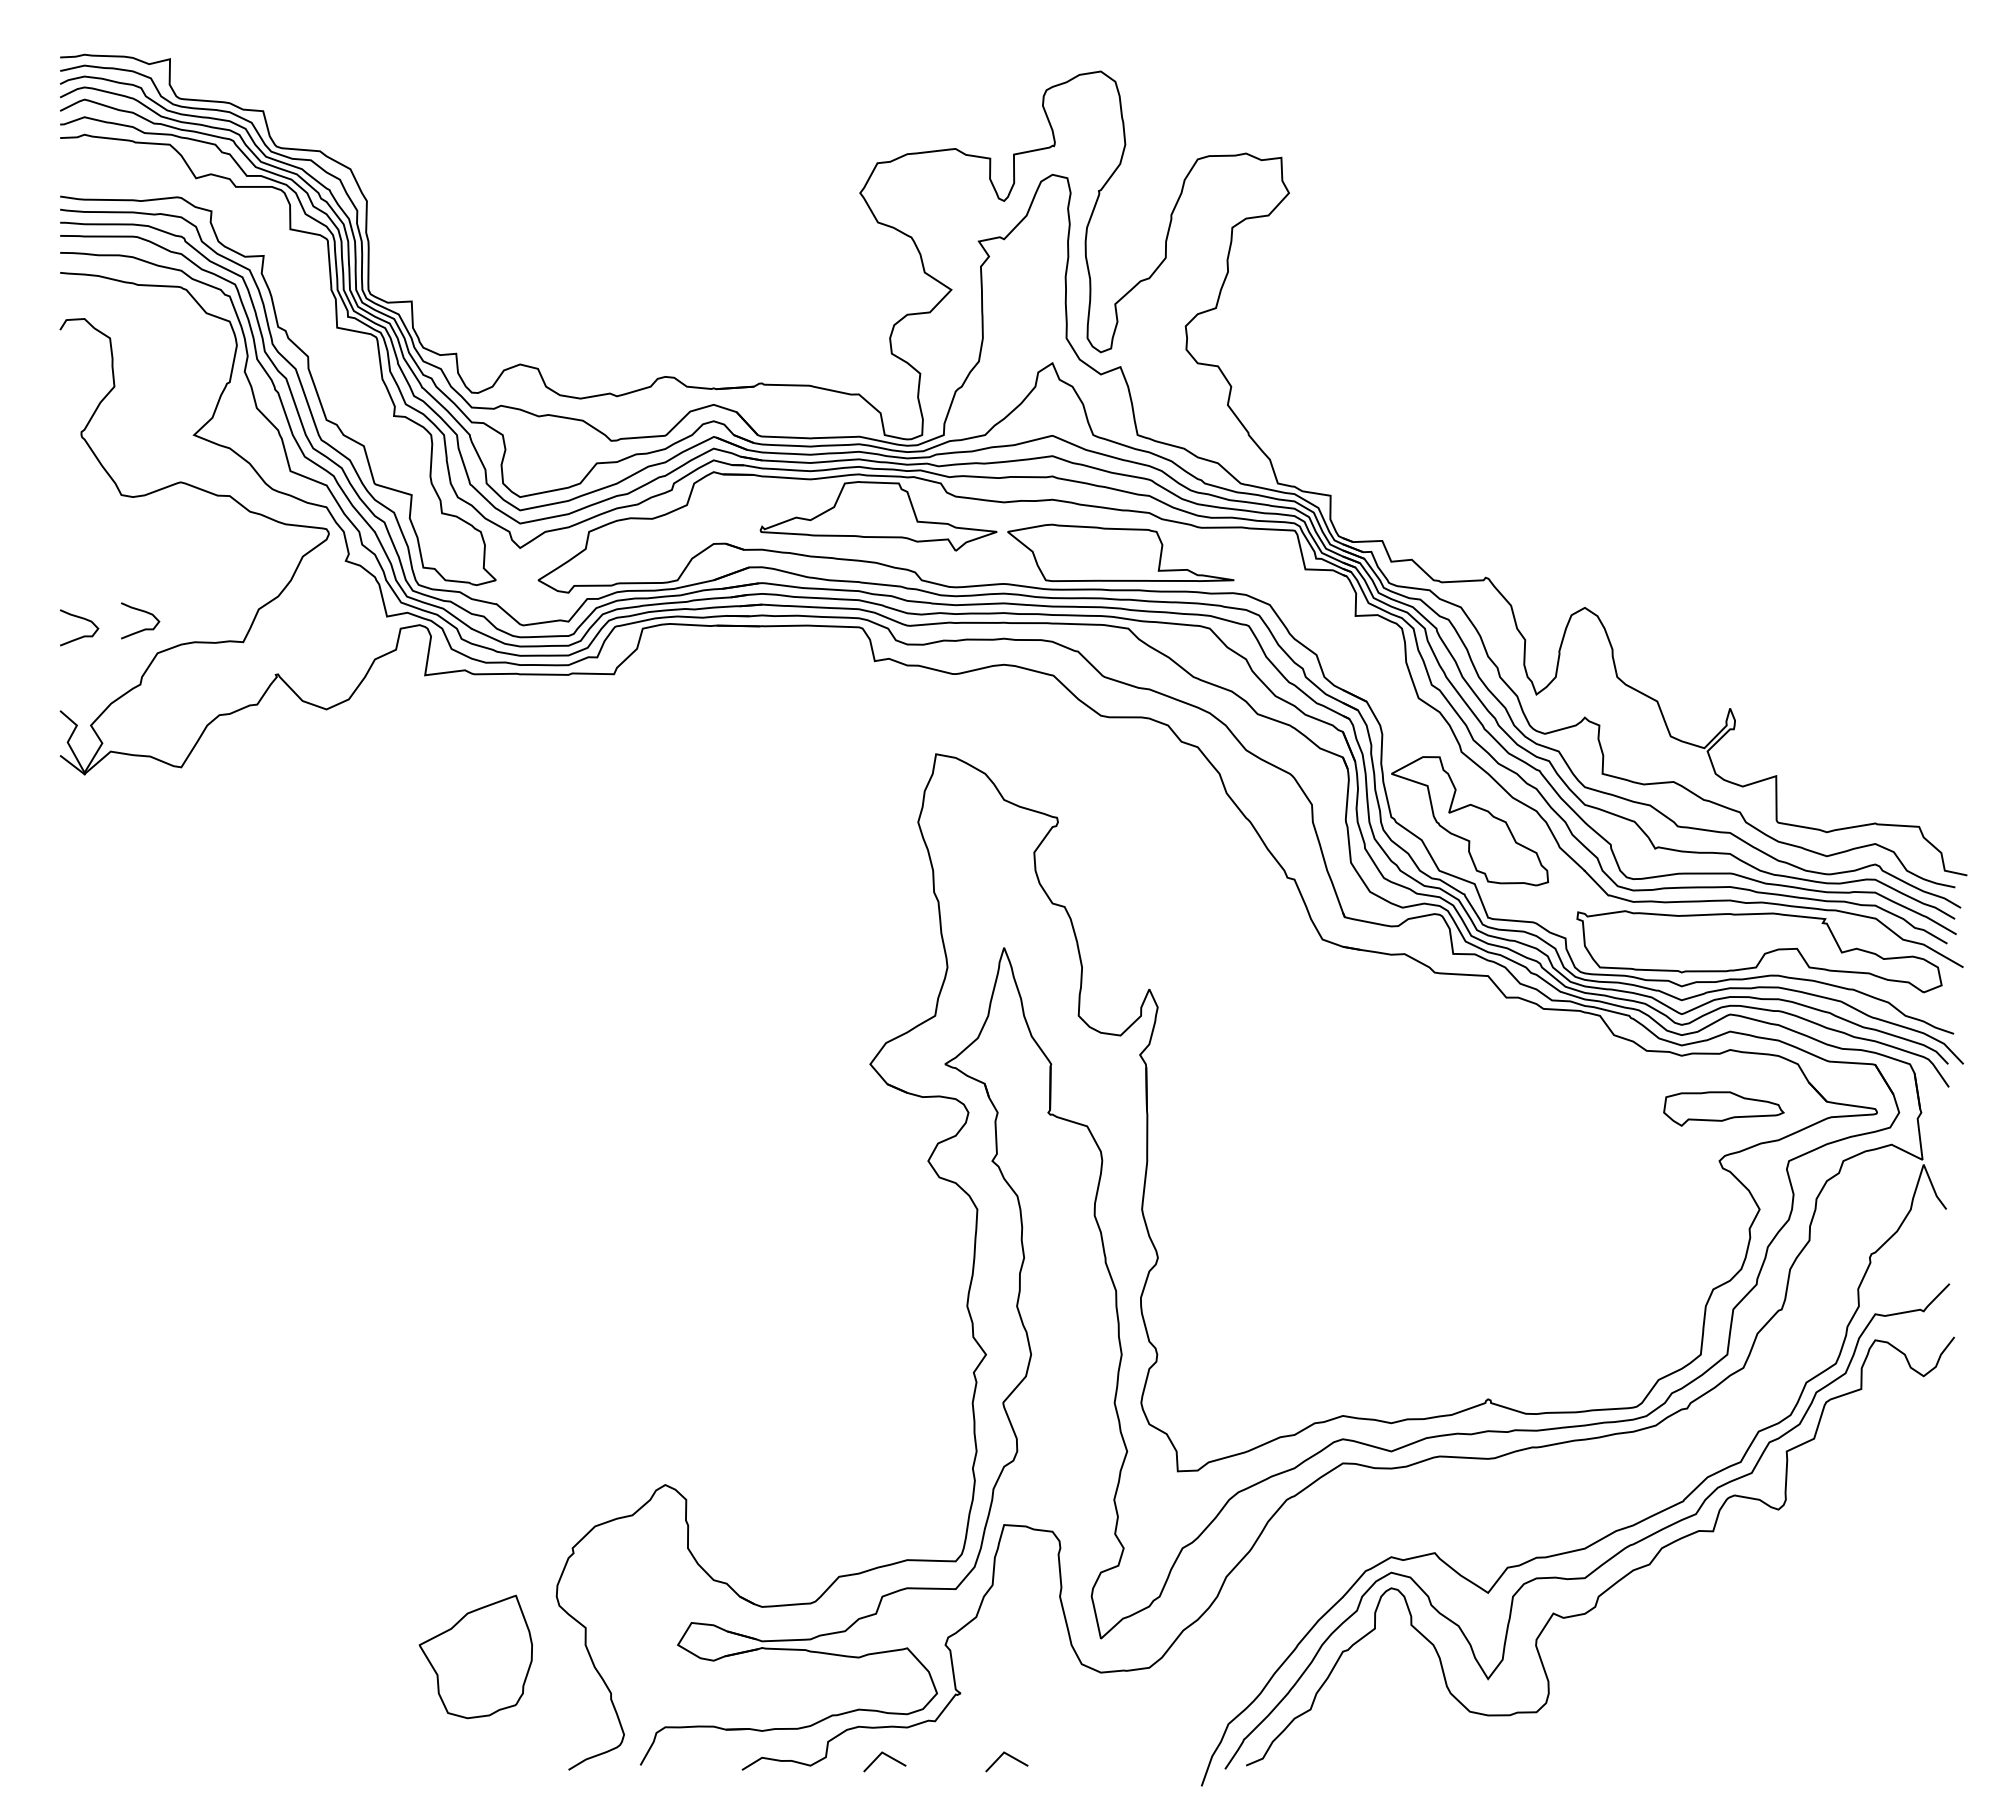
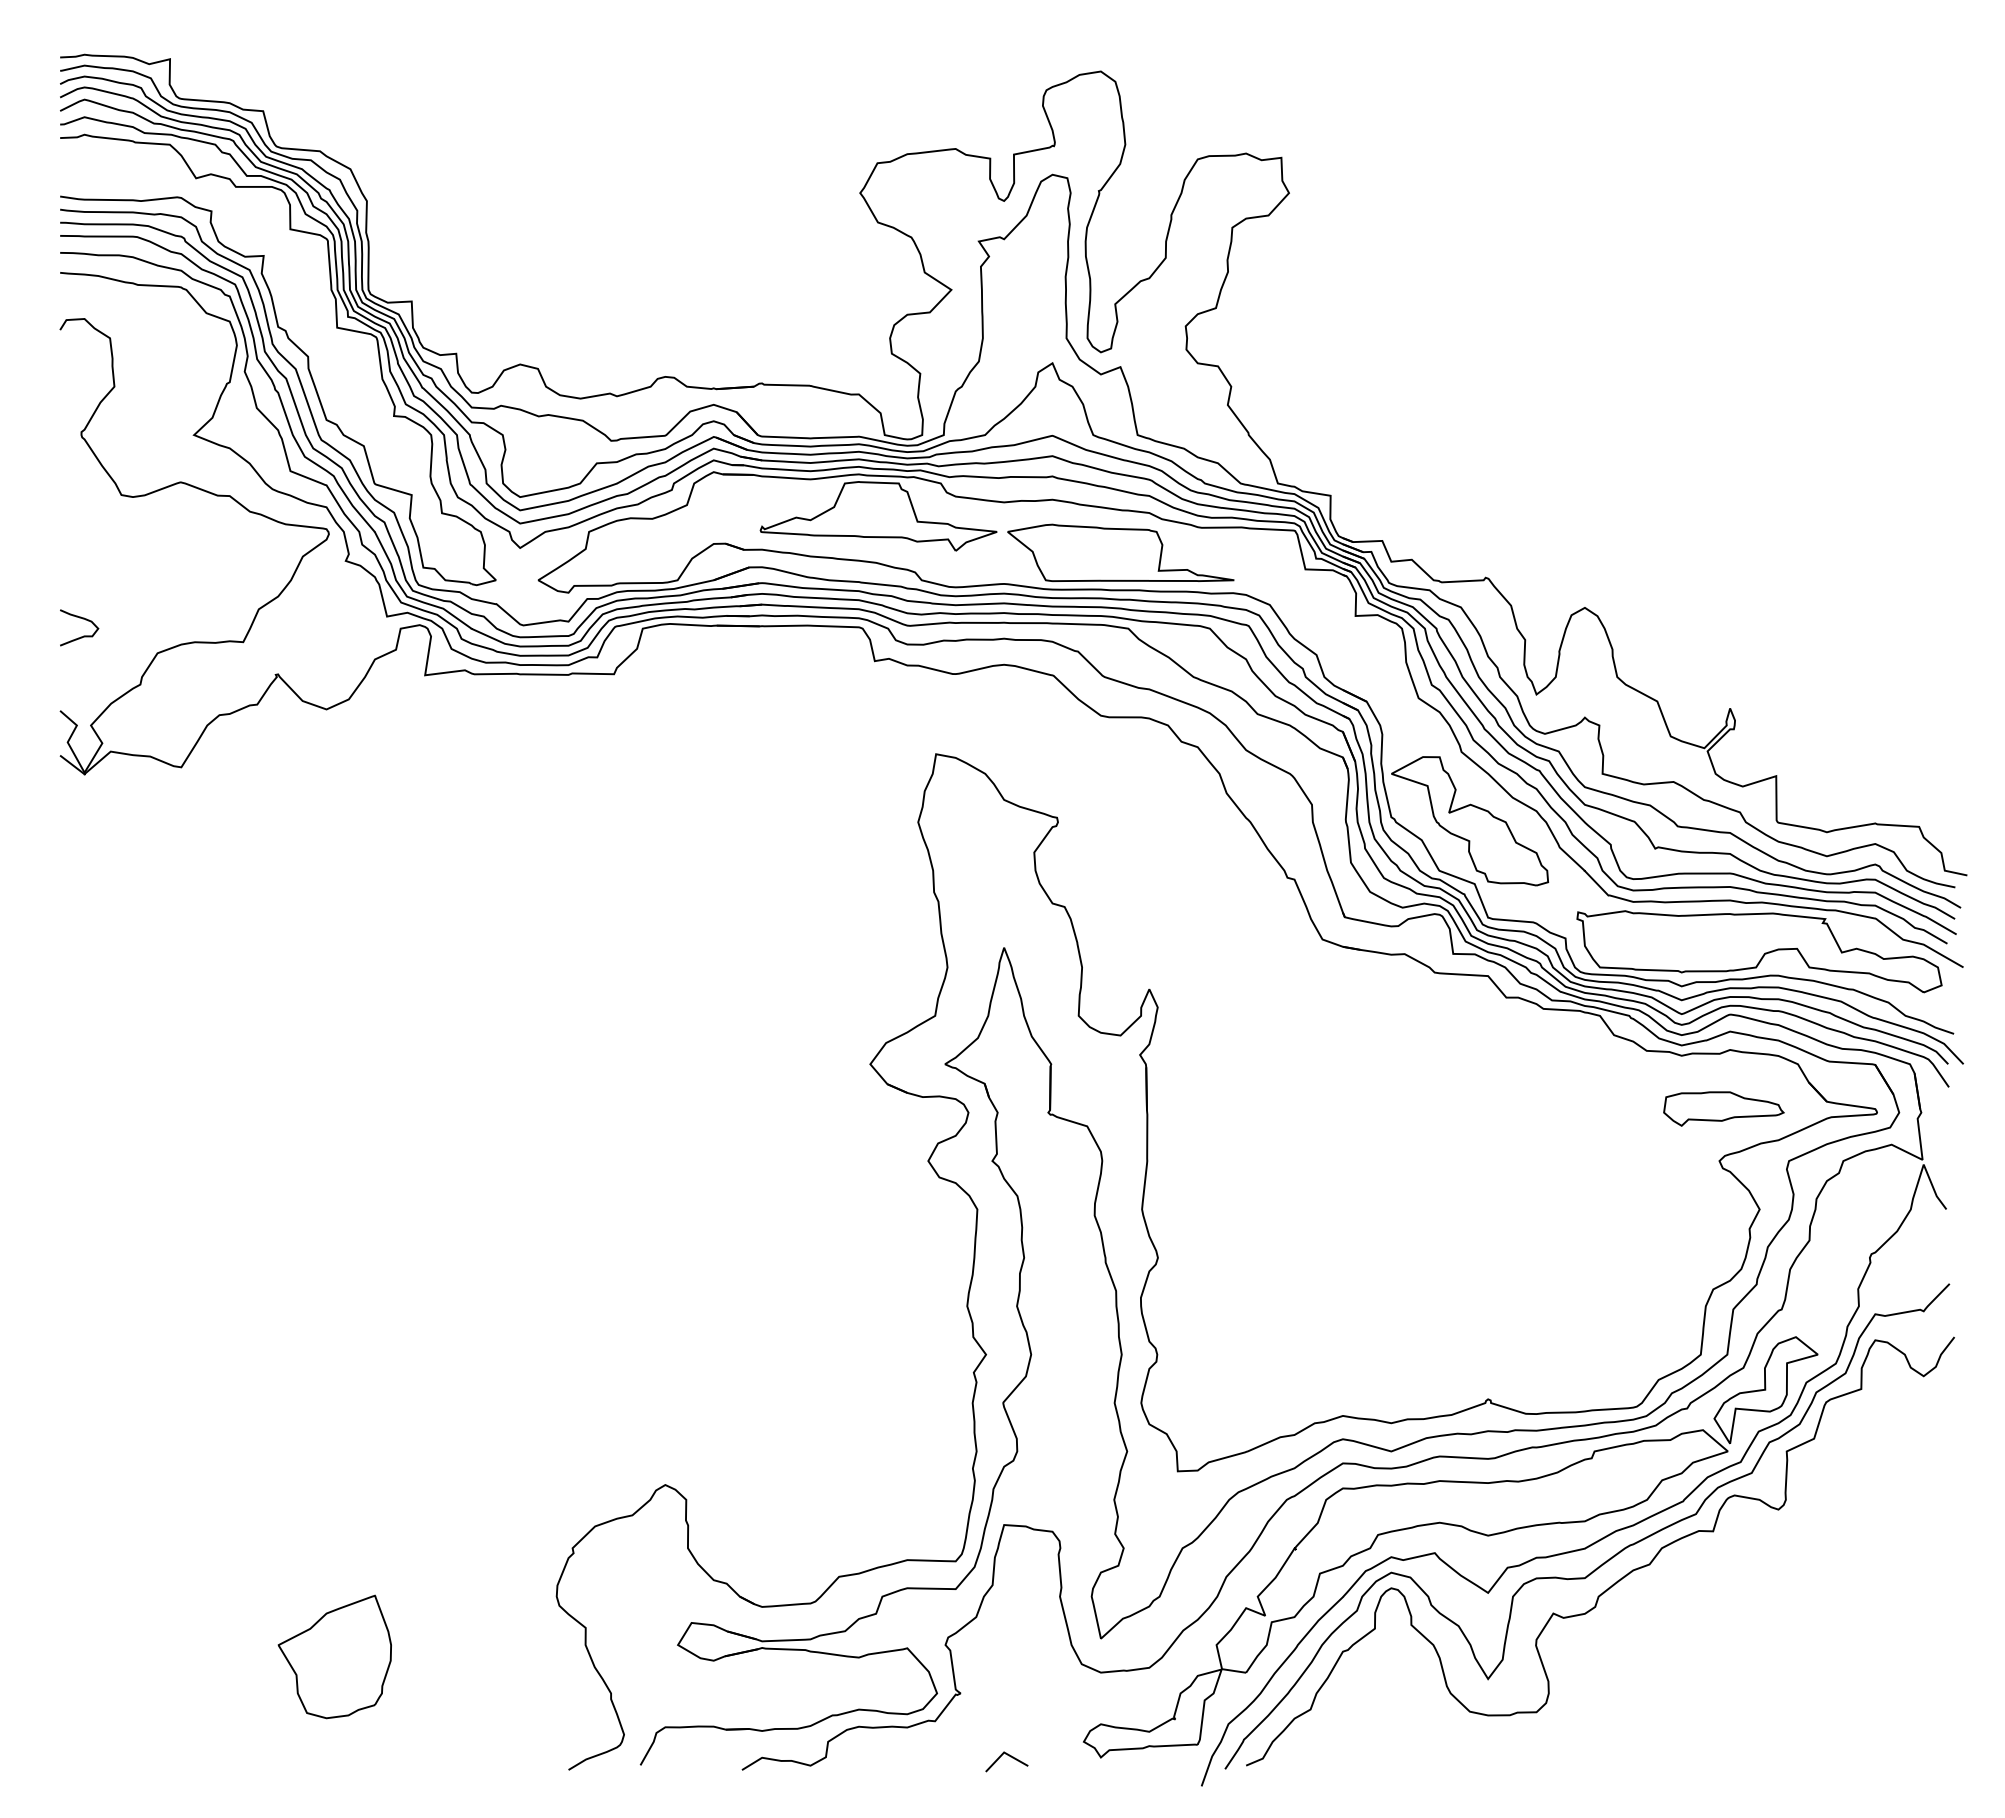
curve at (143, 612): present -> none
part at (1454, 1526): none -> present
part at (475, 1656) position: (475, 1656) -> (334, 1656)
line at (888, 1757): present -> none
